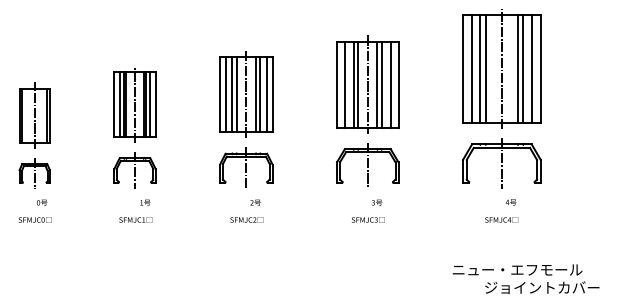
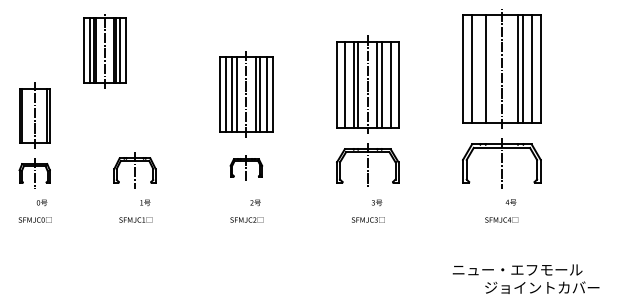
line at (480, 68): present -> none
part at (134, 105) position: (134, 105) -> (104, 51)
part at (246, 167) size: 55x41 px -> 35x26 px
